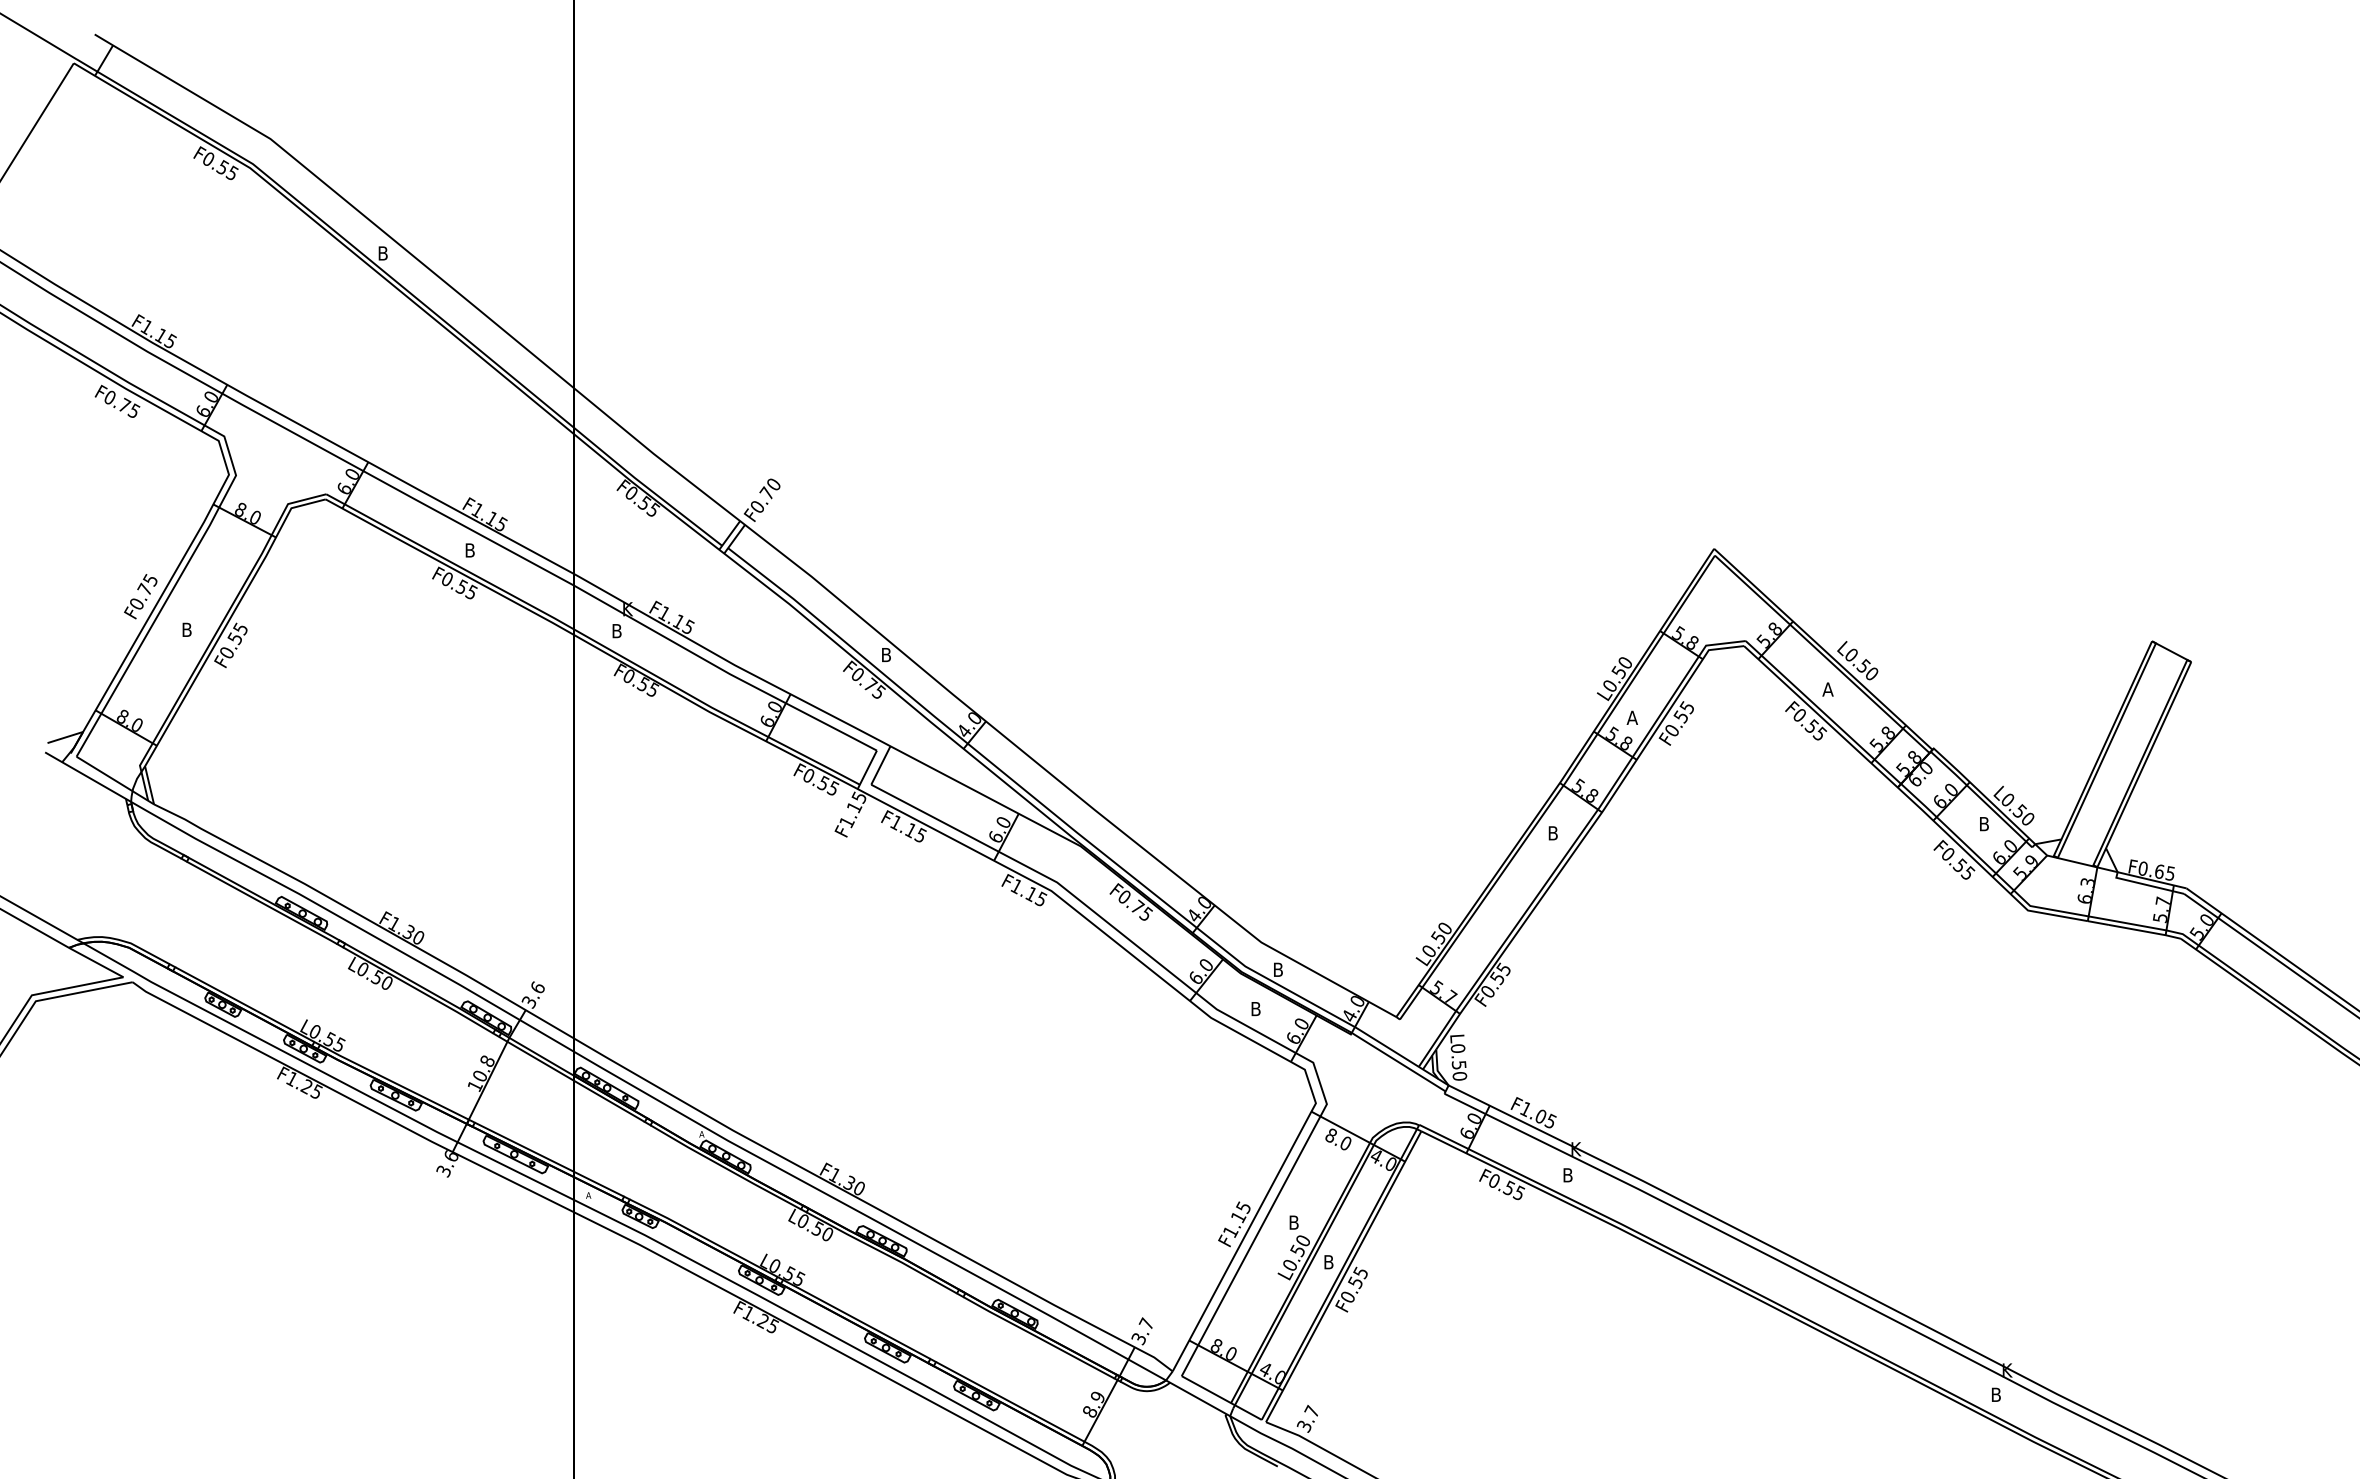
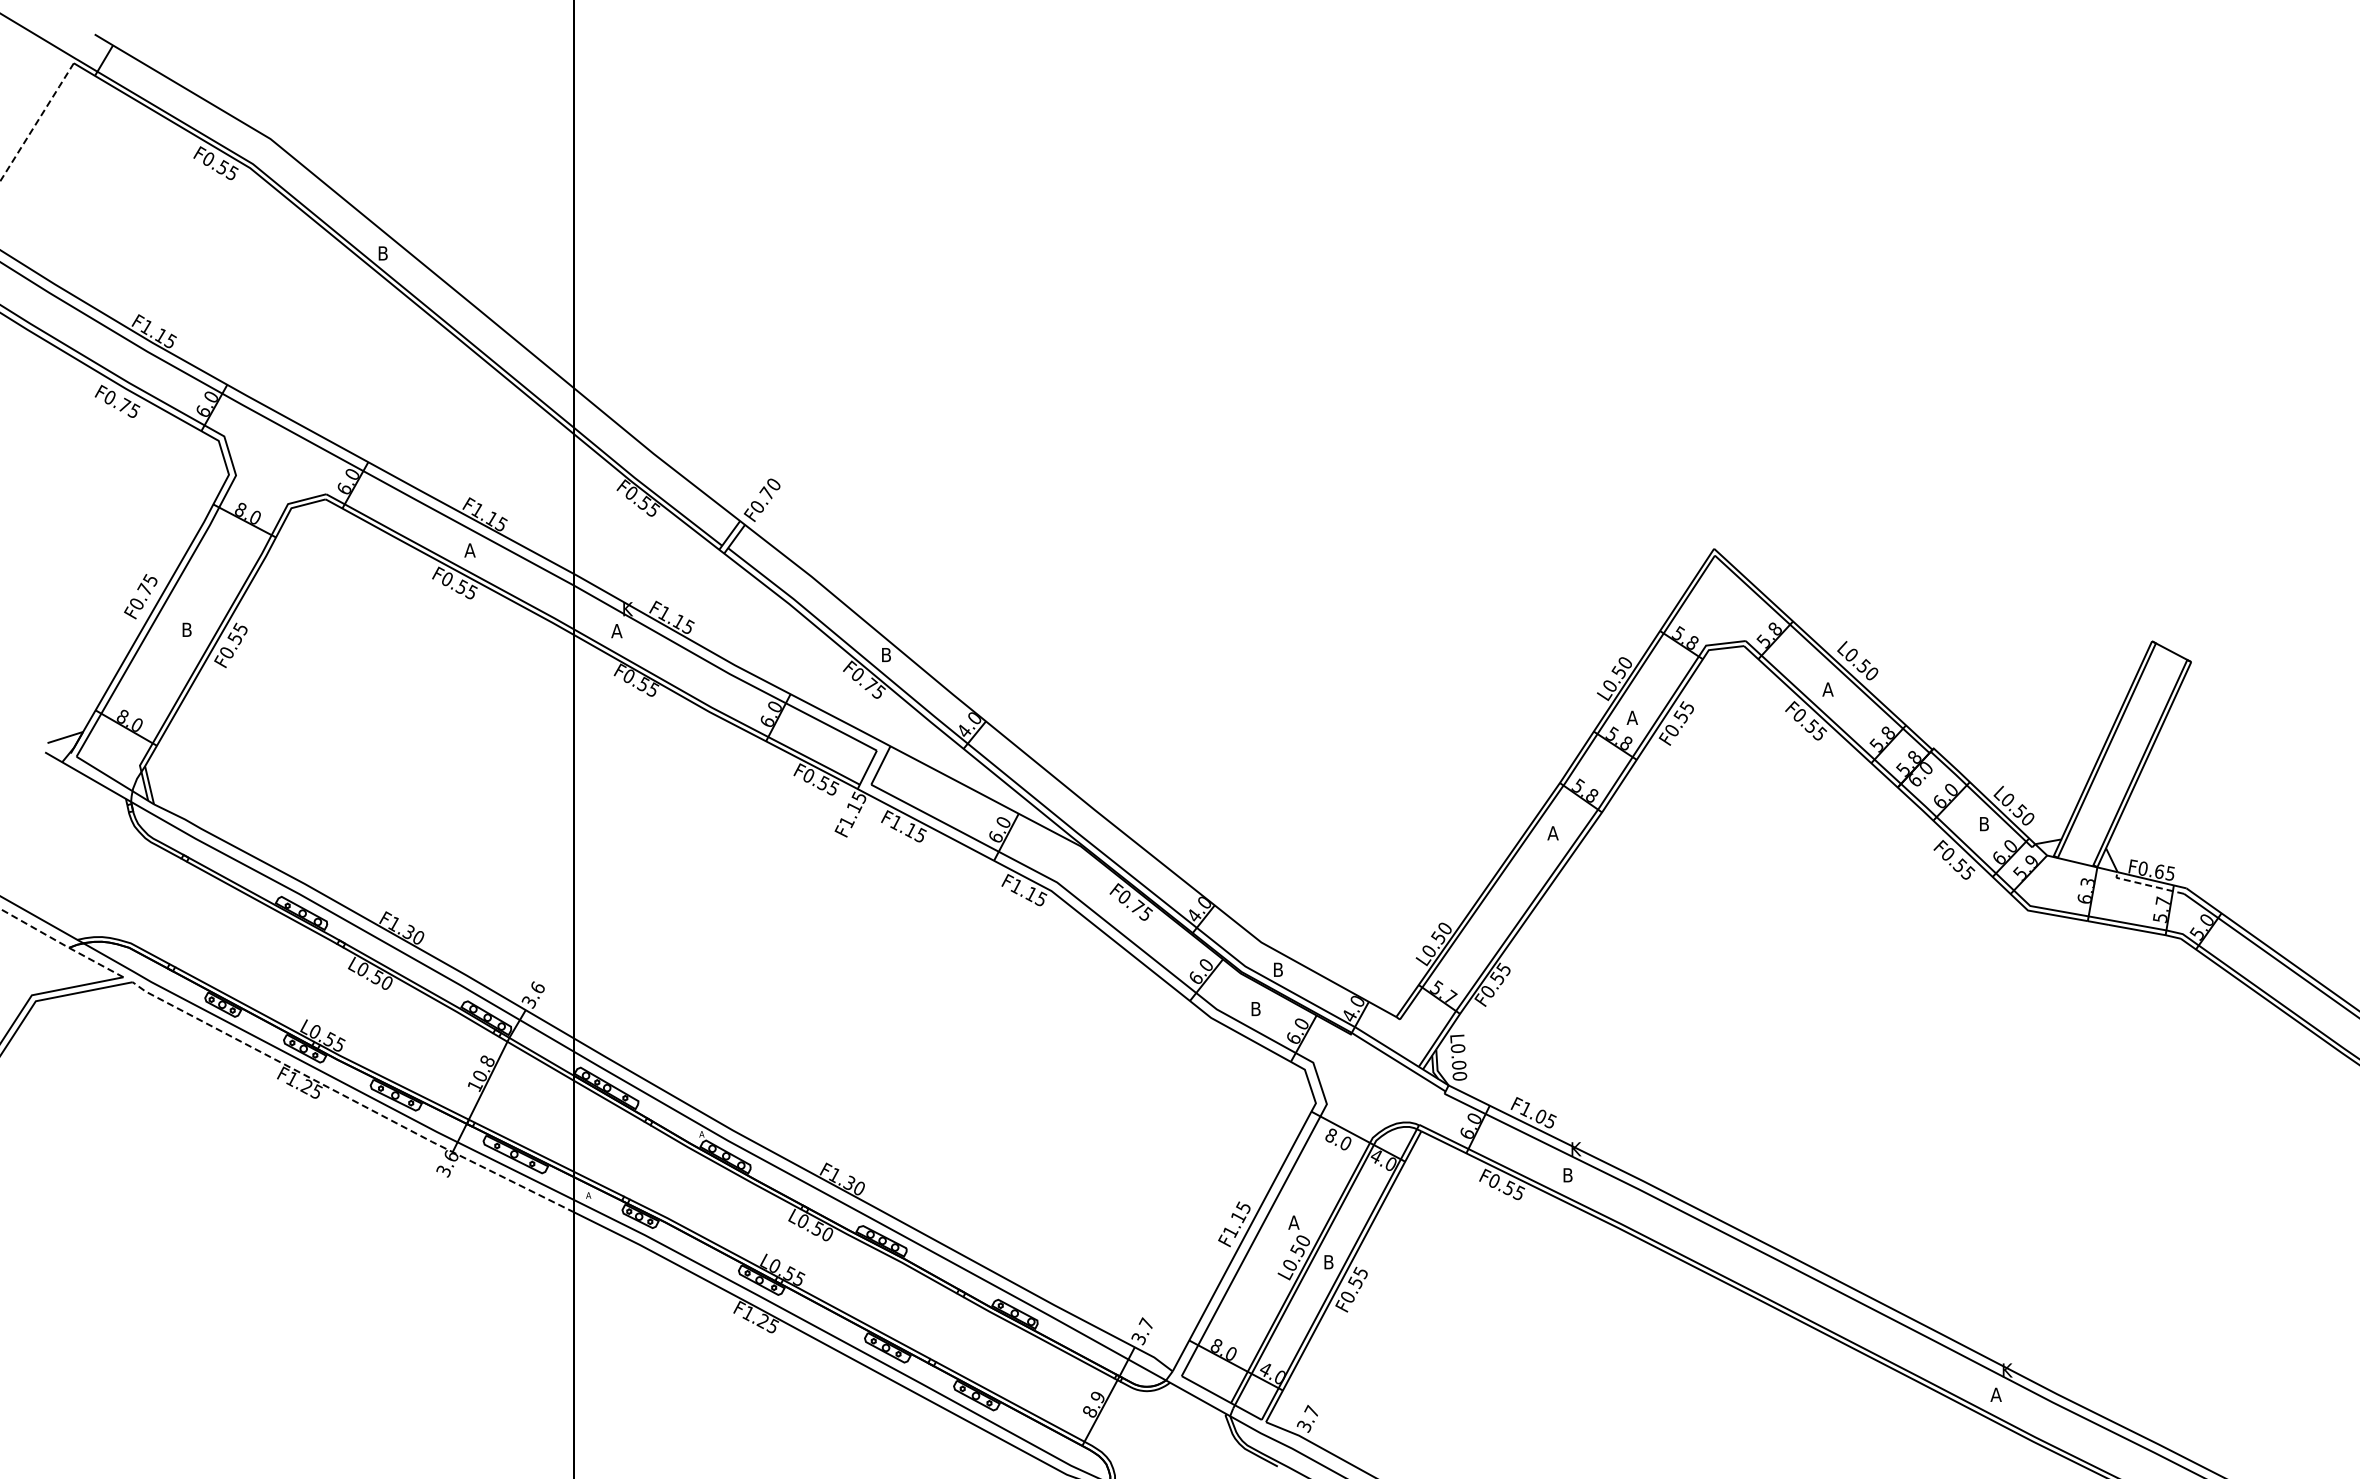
line at (37, 121): solid -> dashed
text at (469, 550): B -> A
text at (616, 631): B -> A
text at (1552, 833): B -> A
line at (2146, 884): solid -> dashed
line at (62, 943): solid -> dashed
text at (1458, 1064): L0.50 -> L0.00
line at (351, 1099): solid -> dashed
text at (1293, 1222): B -> A
text at (1995, 1394): B -> A
